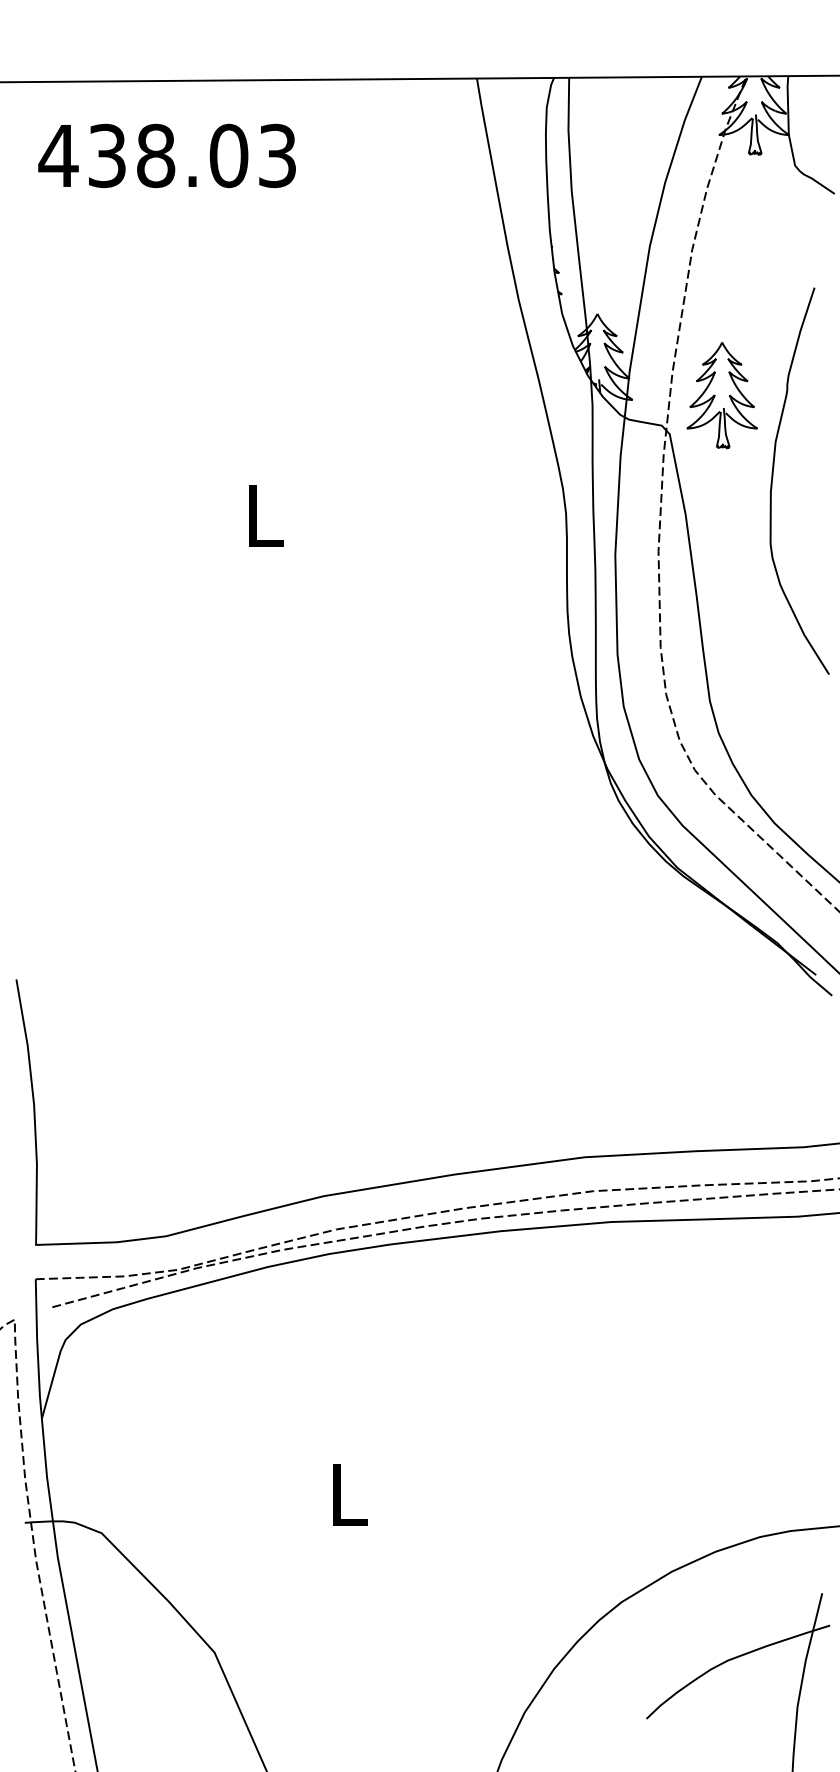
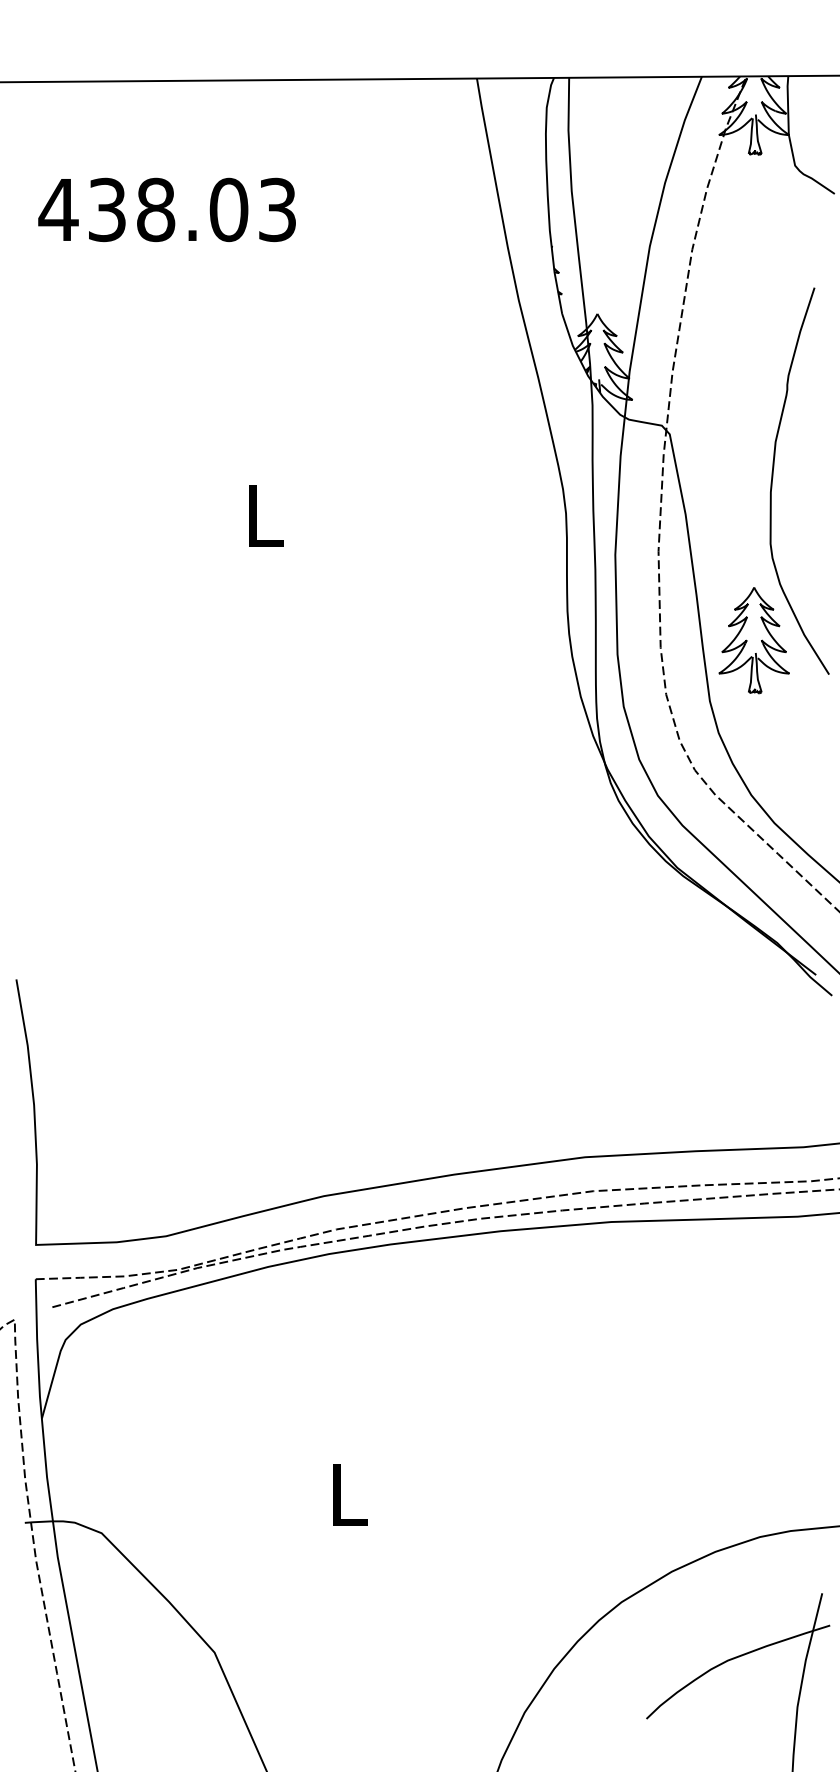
text at (166, 155) position: (166, 155) -> (166, 209)
part at (721, 395) position: (721, 395) -> (753, 640)
